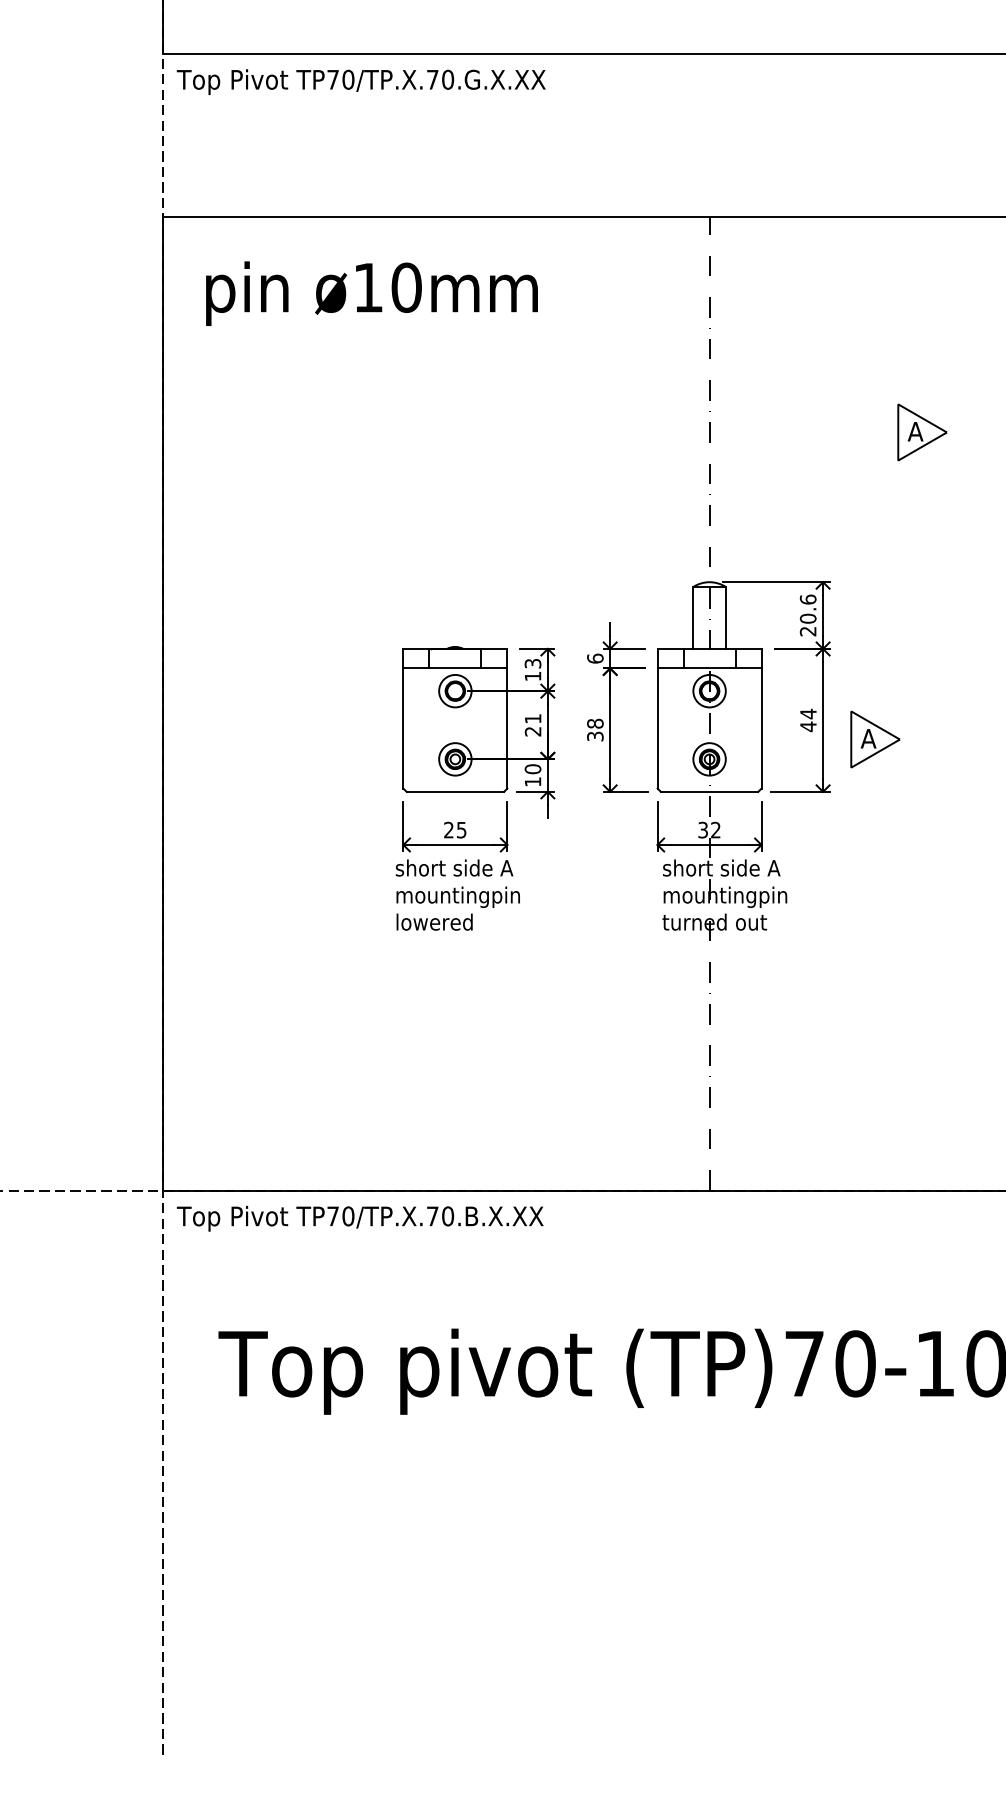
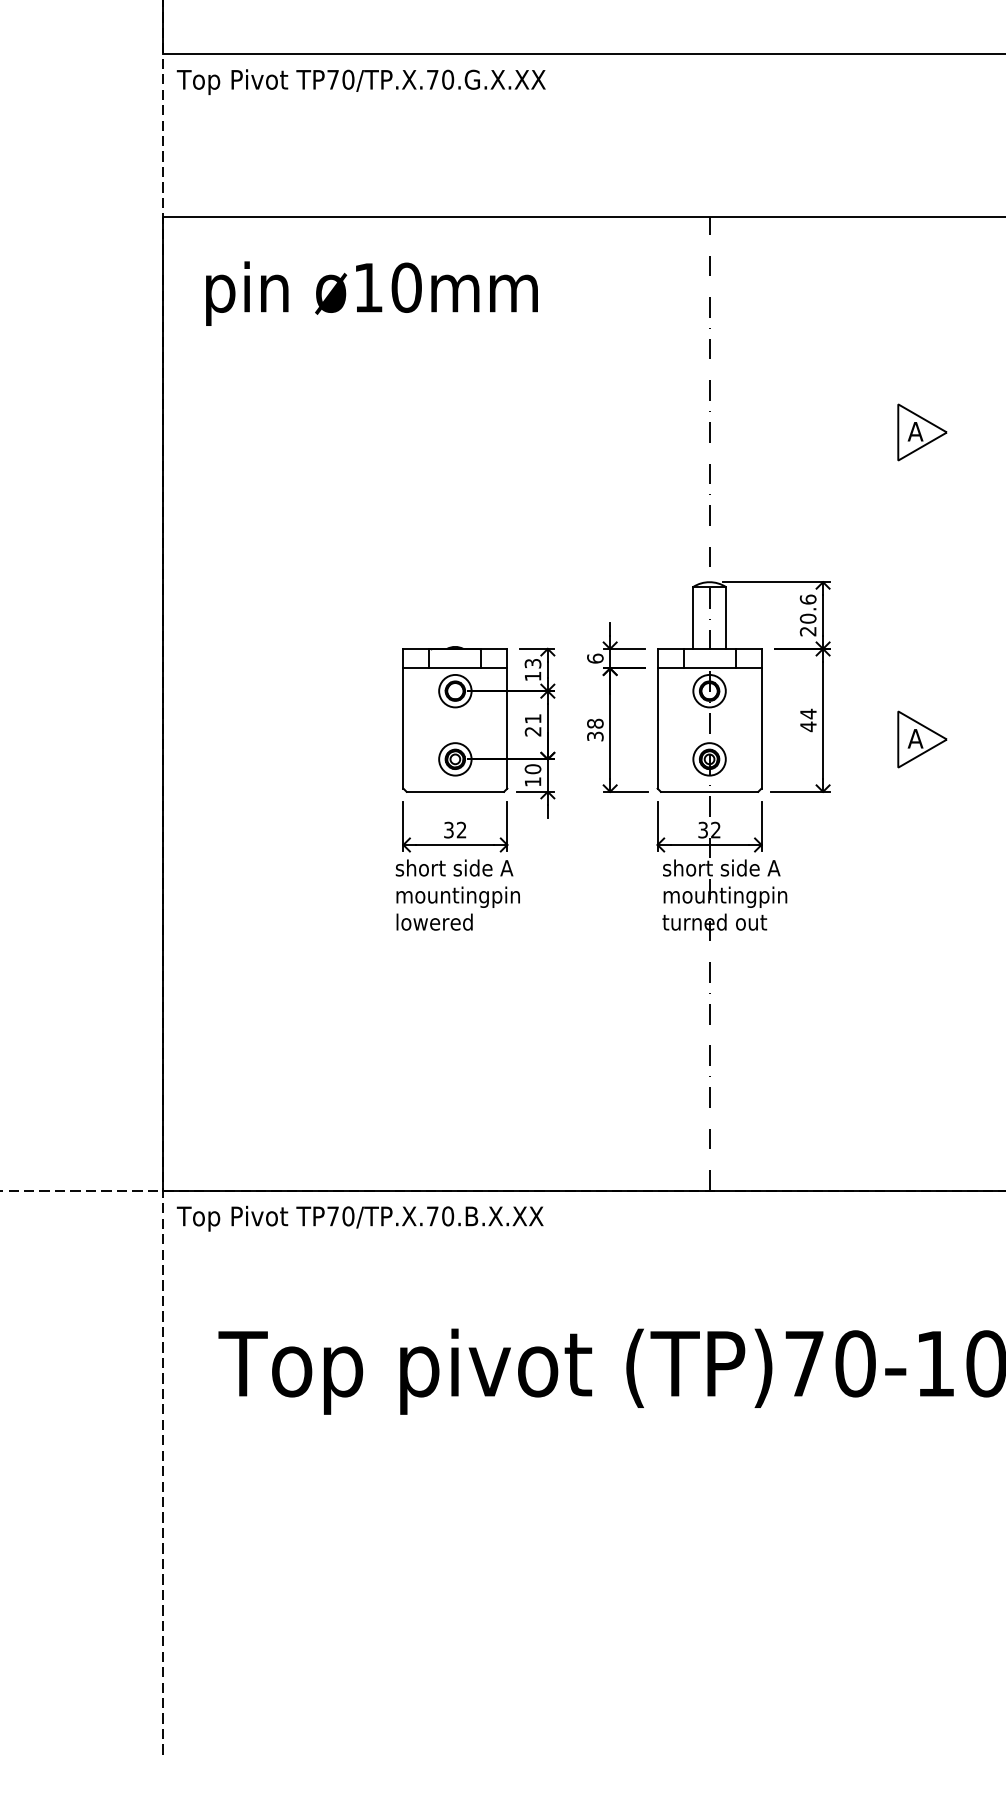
part at (875, 739) position: (875, 739) -> (922, 739)
text at (455, 829): 25 -> 32
